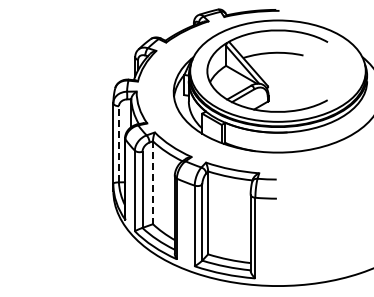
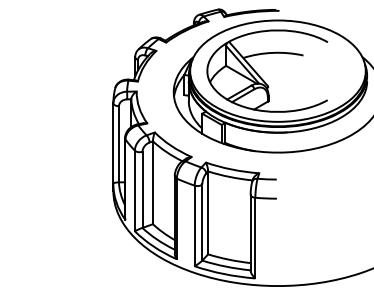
line at (119, 143): dashed -> solid
line at (152, 183): dashed -> solid
